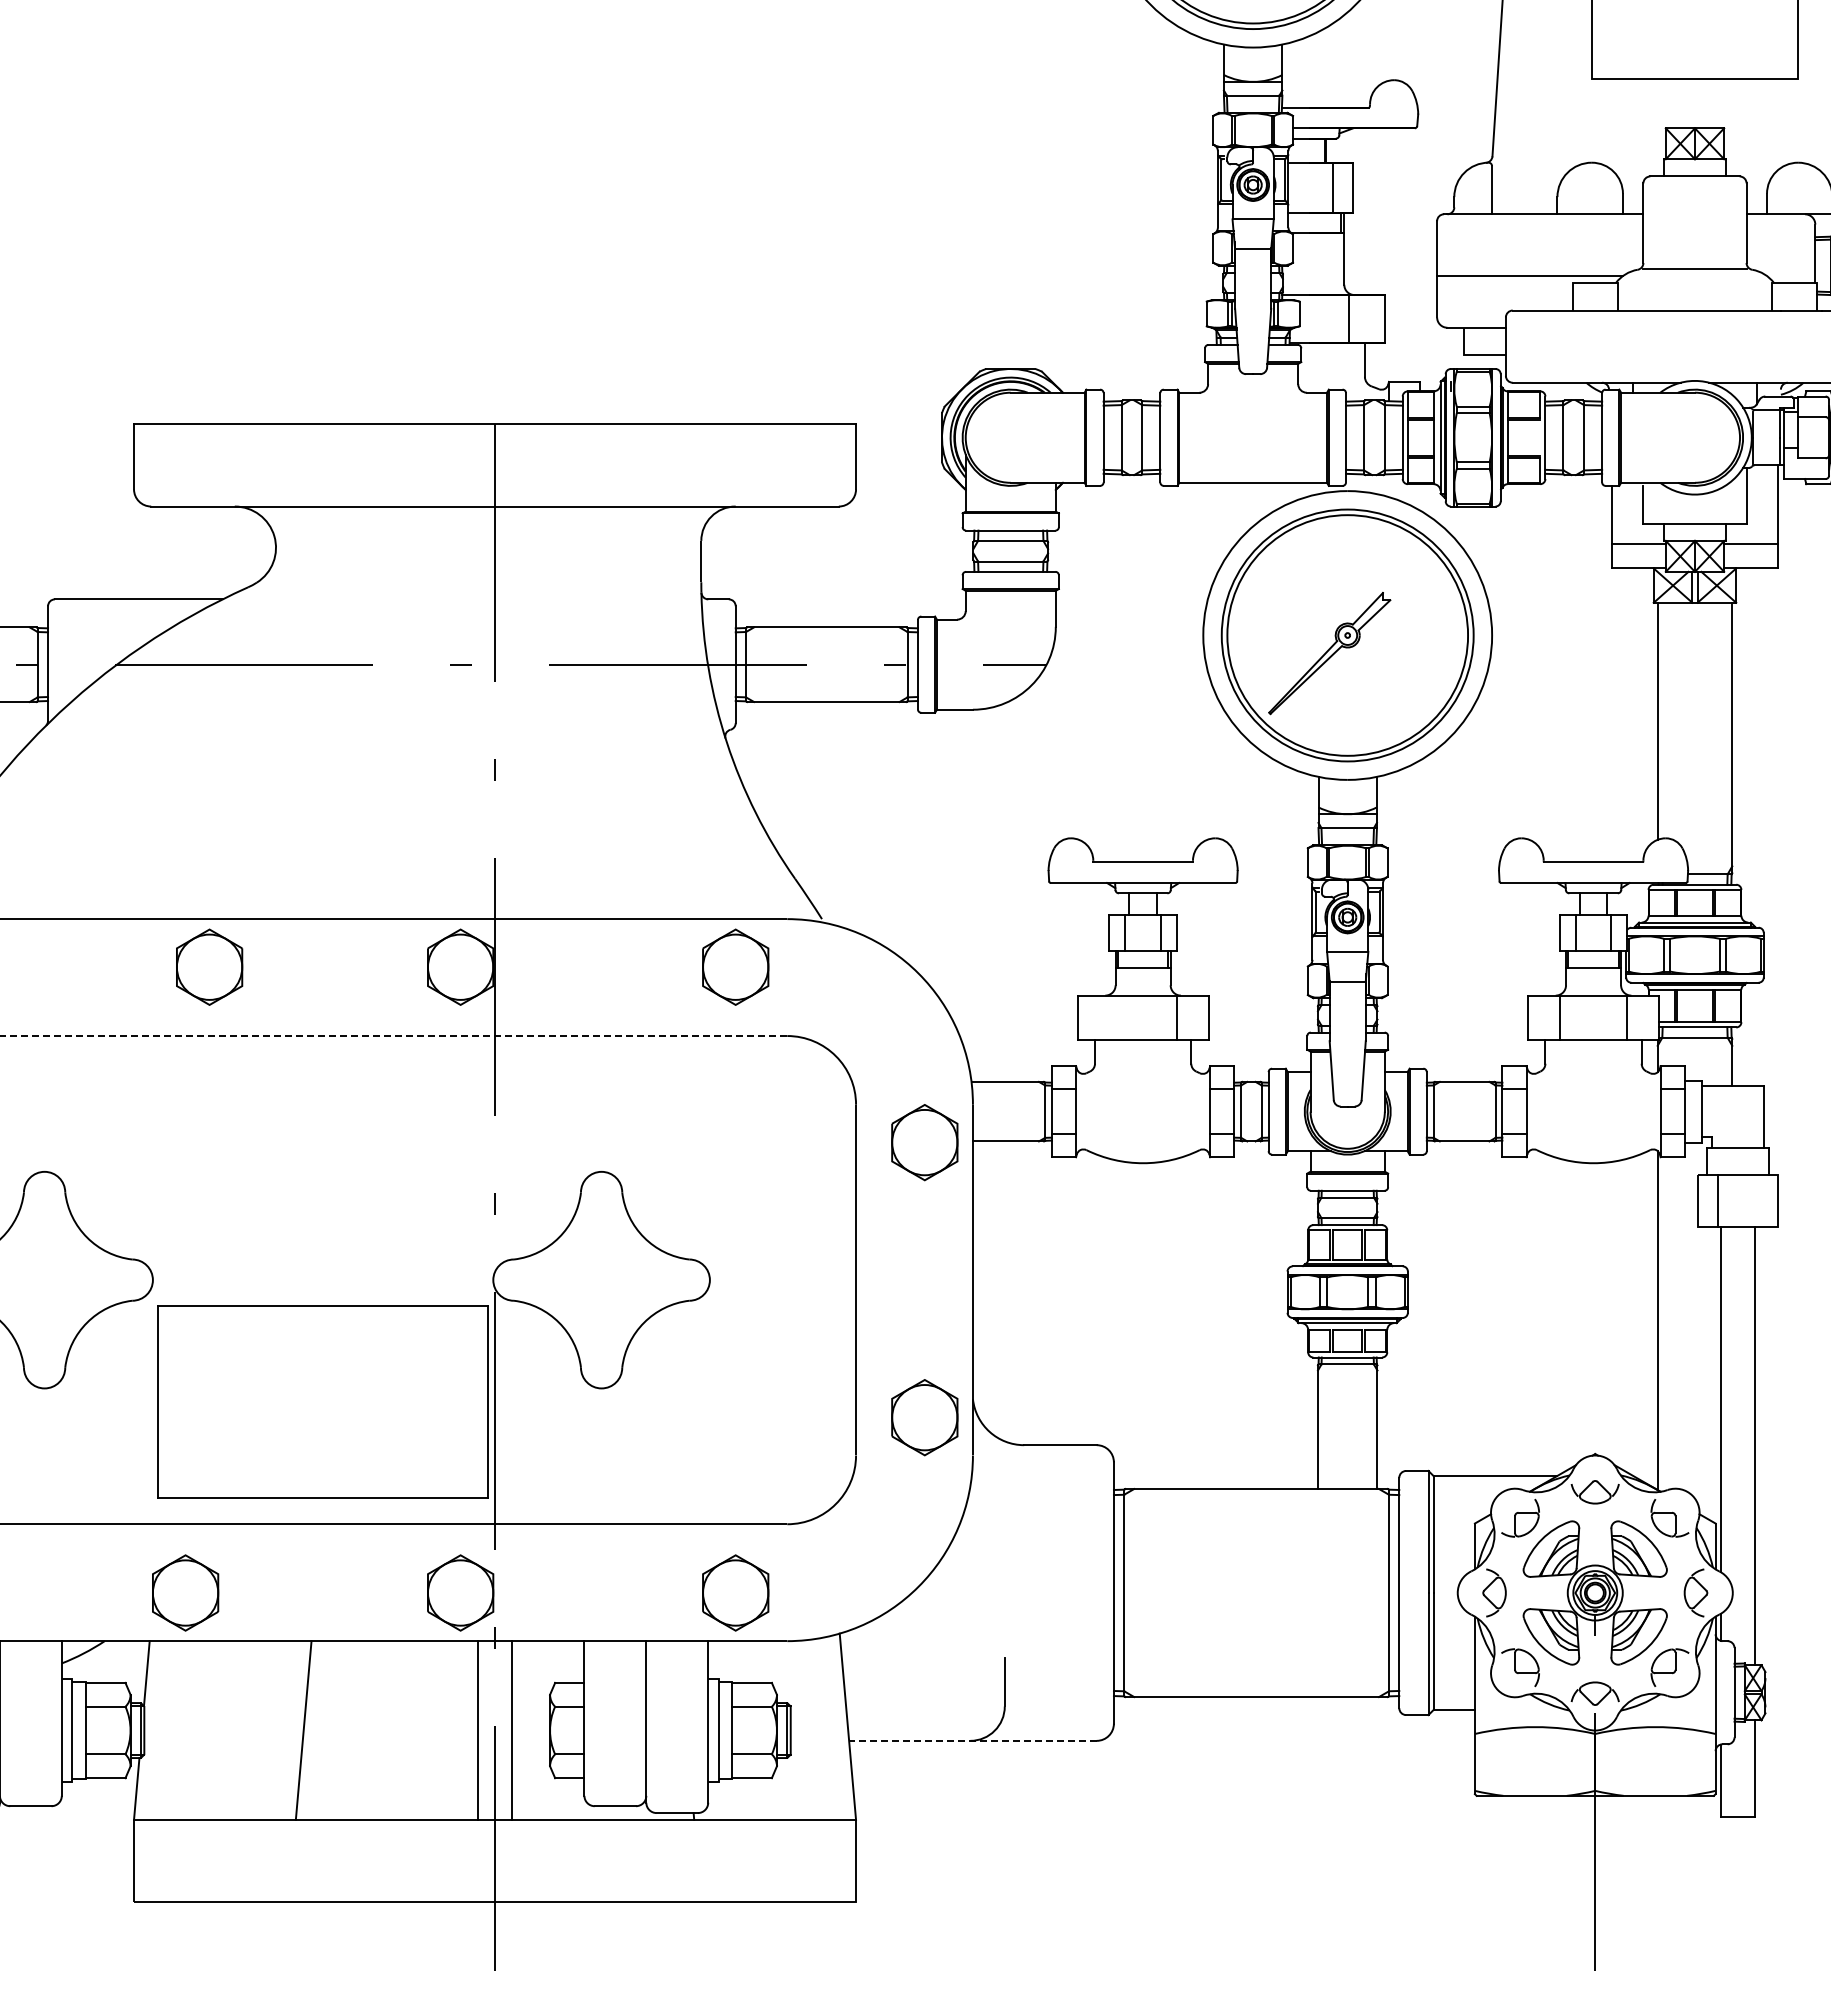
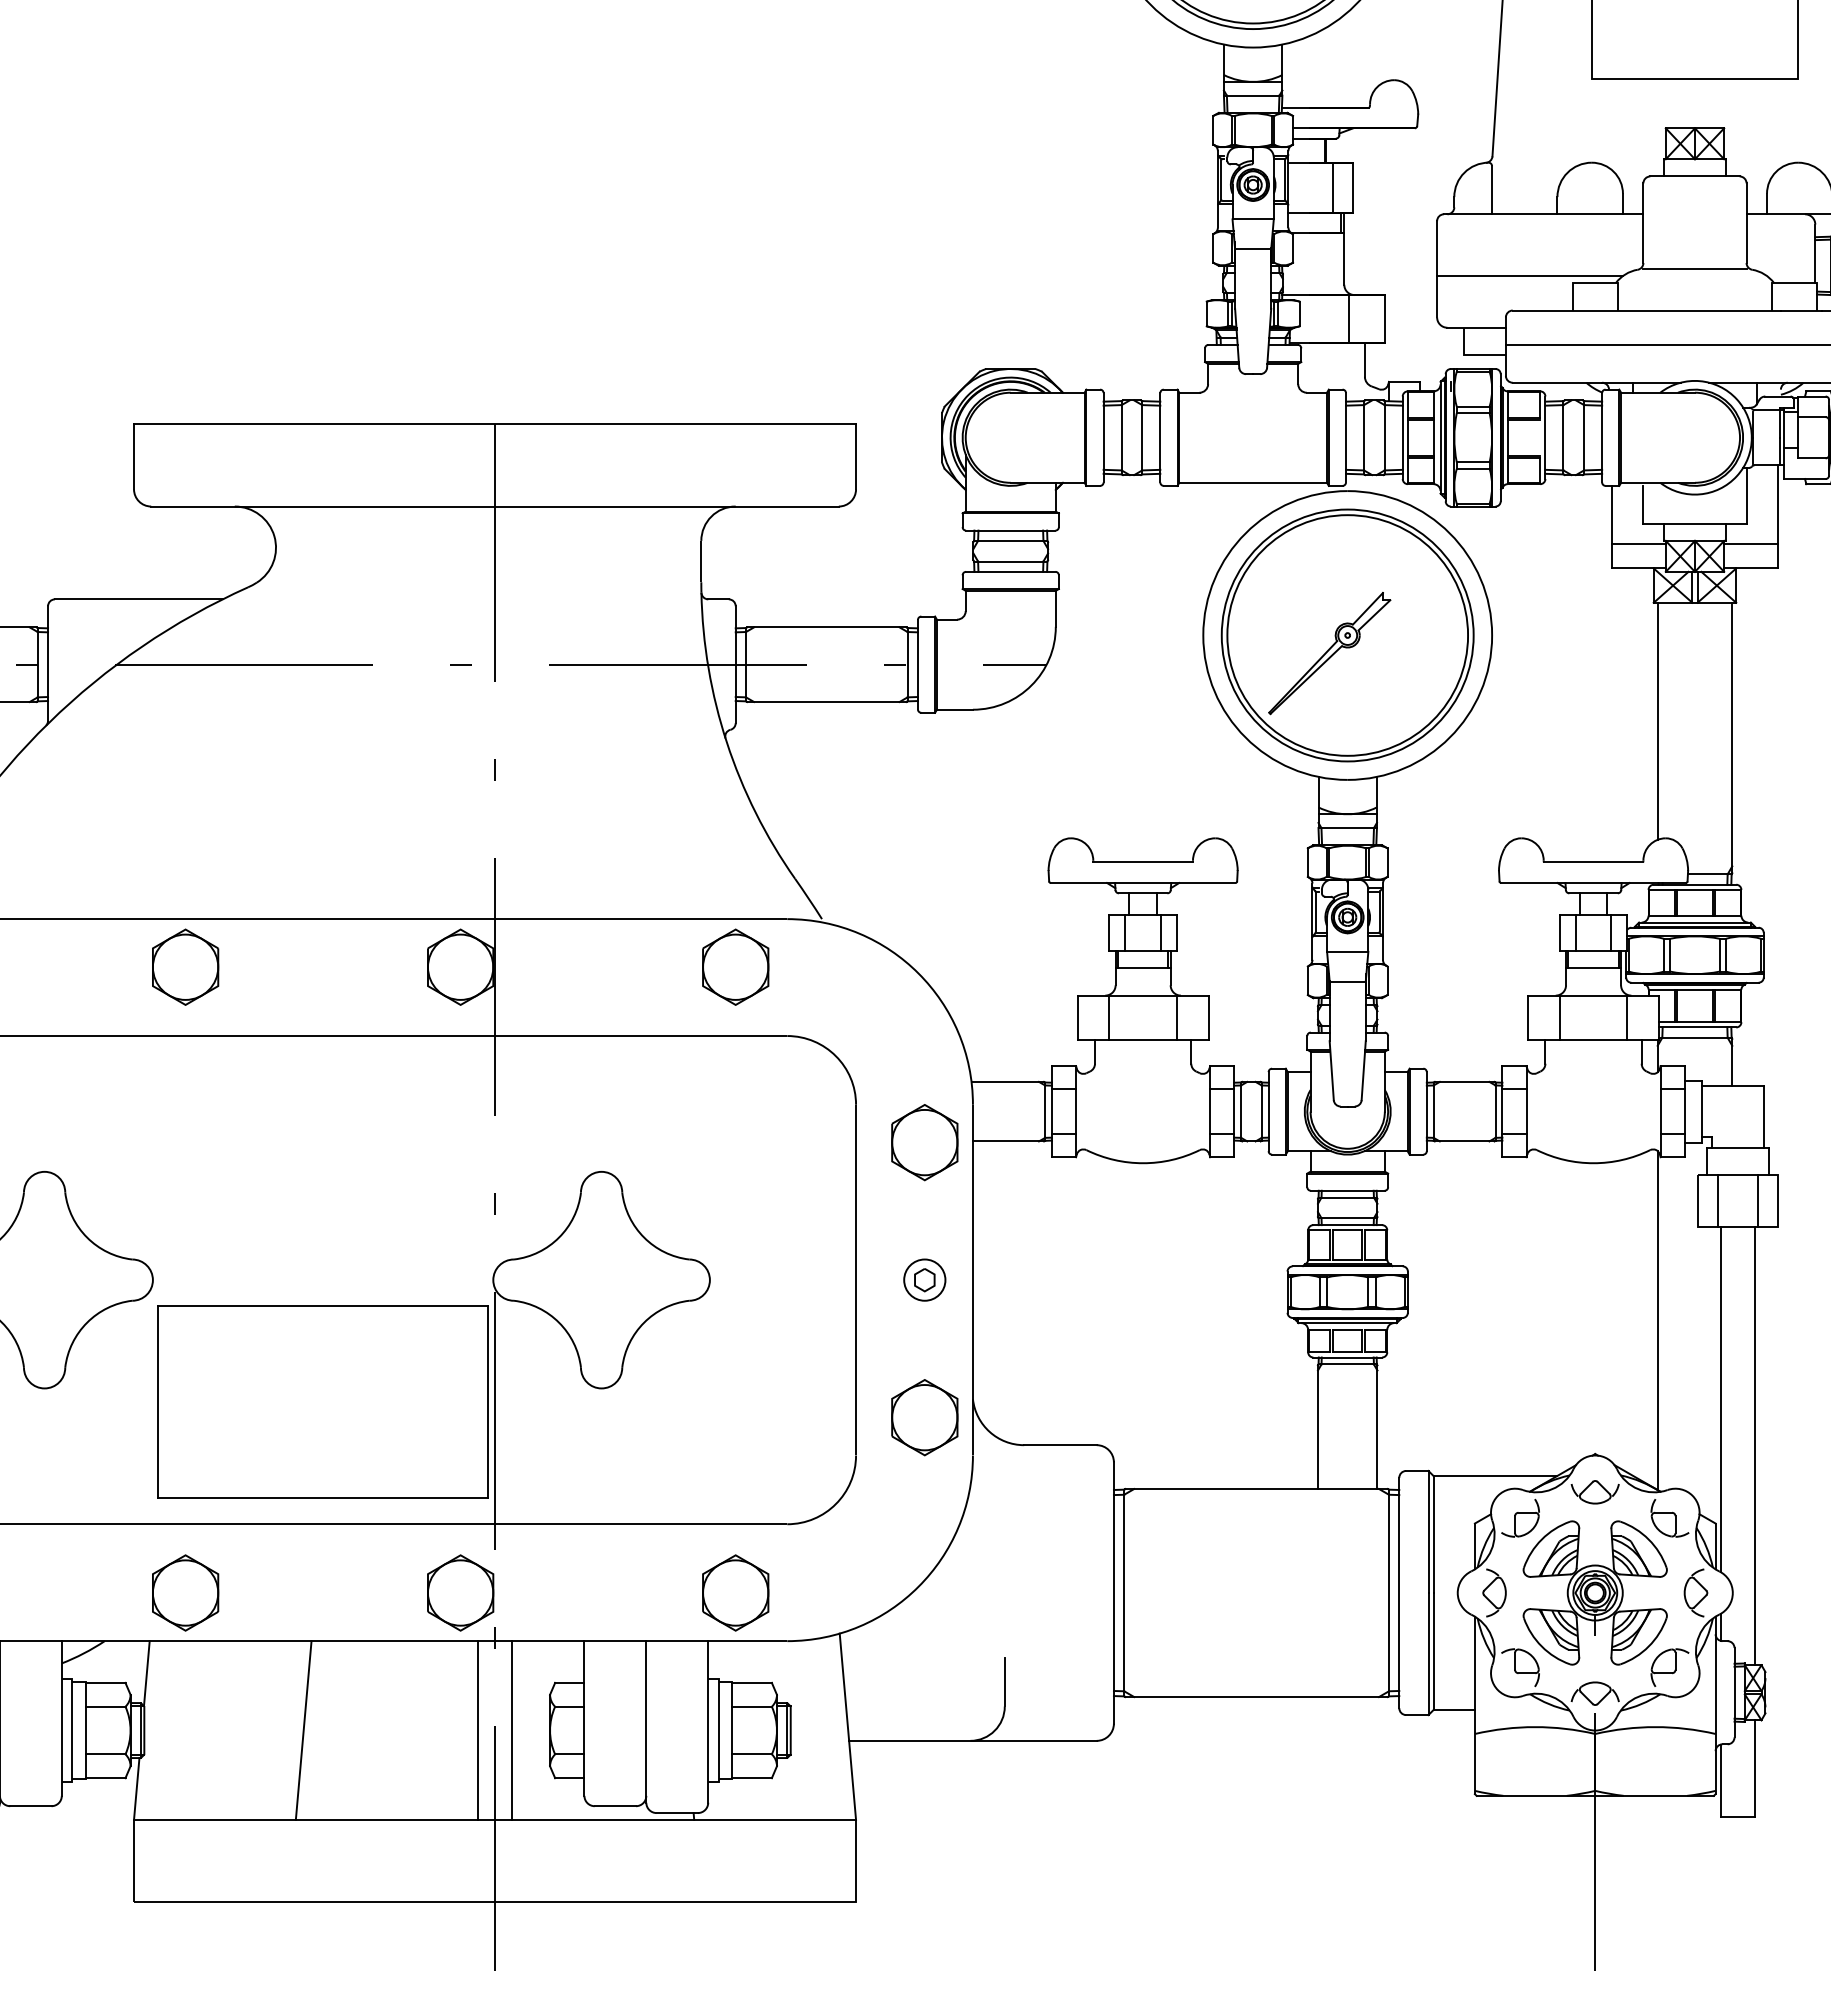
line at (1666, 344): none -> present
part at (209, 966) position: (209, 966) -> (185, 966)
line at (1109, 1017): none -> present
line at (393, 1036): dashed -> solid
line at (1757, 1200): none -> present
part at (924, 1279): none -> present
line at (972, 1740): dashed -> solid
